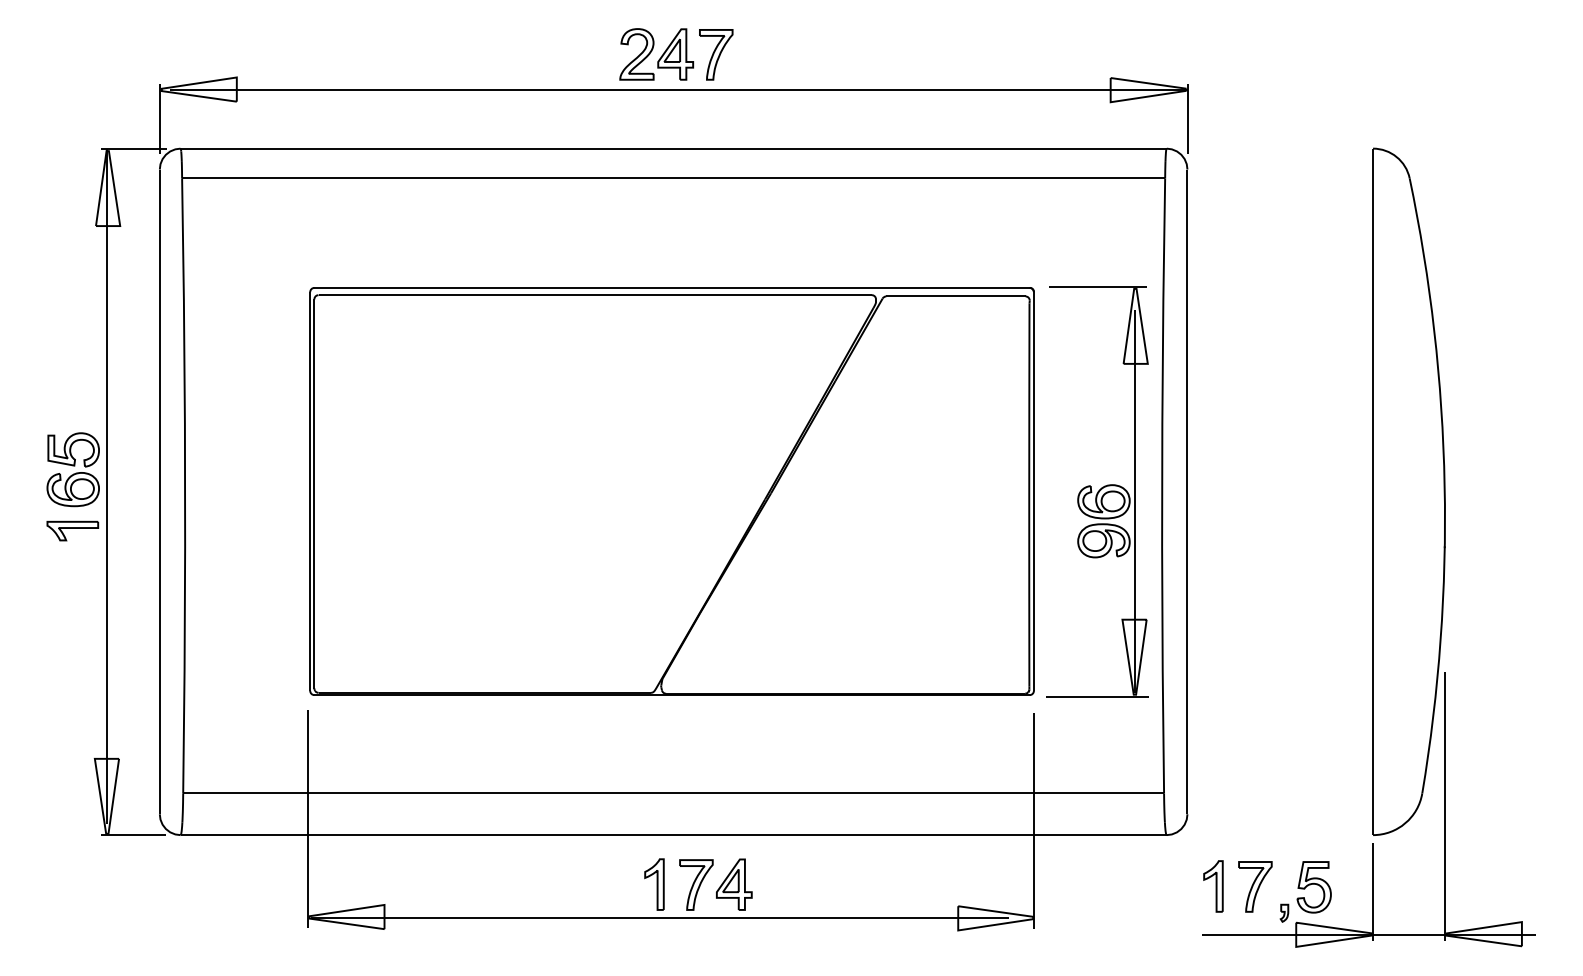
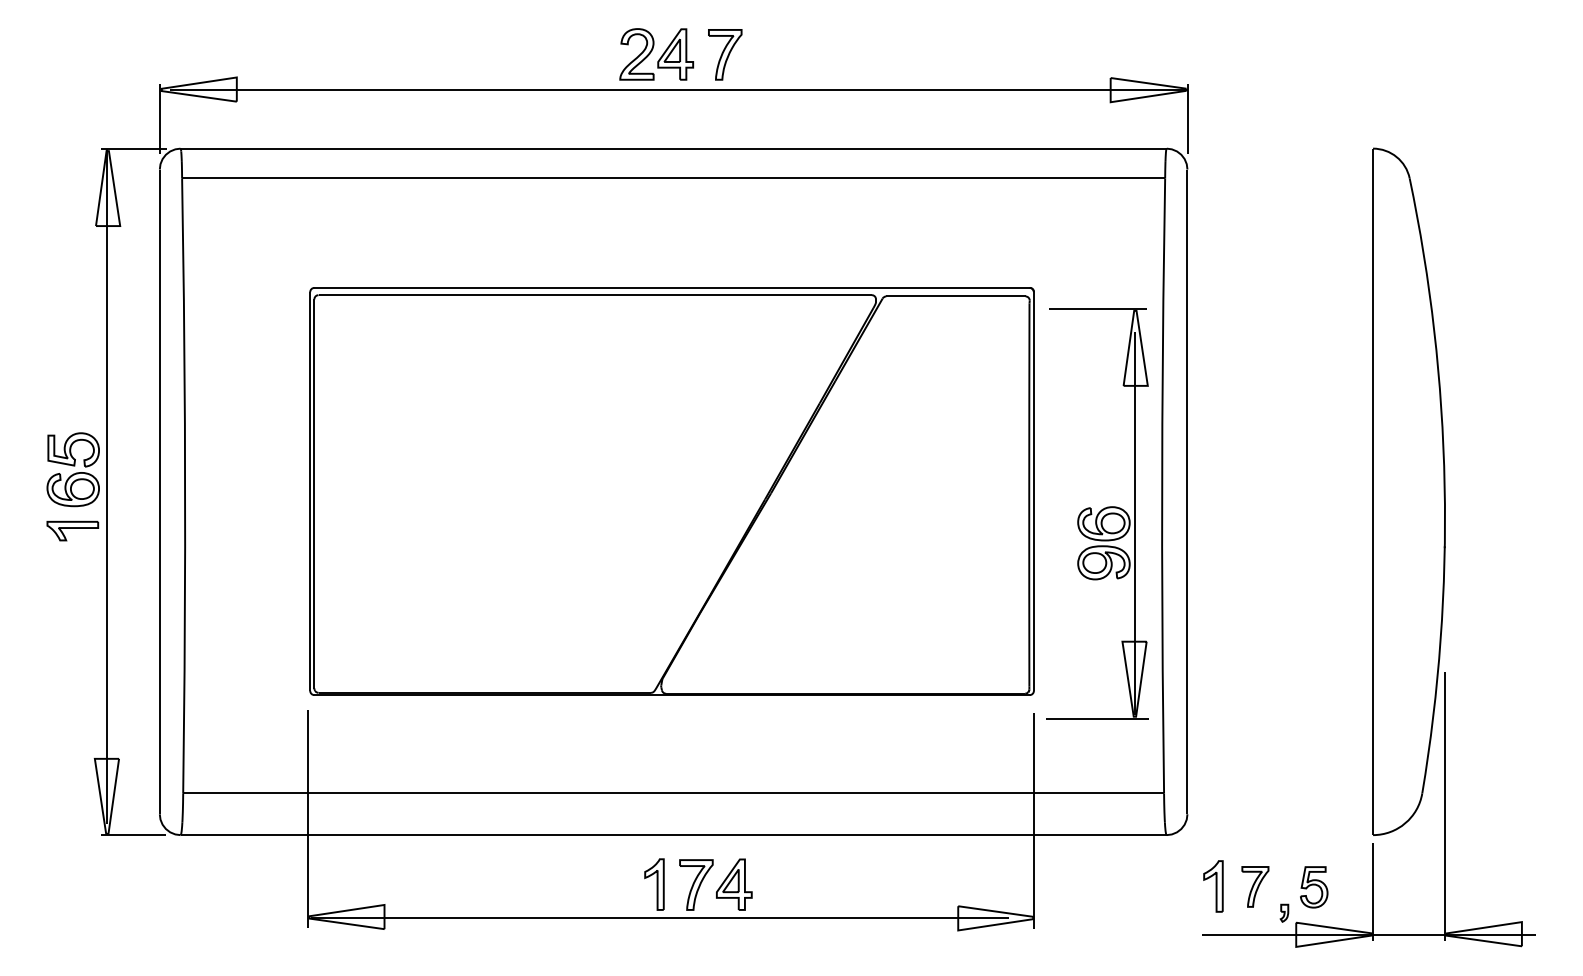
part at (716, 54) position: (716, 54) -> (725, 54)
part at (1097, 491) position: (1097, 491) -> (1097, 513)
part at (1255, 886) size: 35x52 px -> 29x42 px
part at (1313, 887) size: 36x53 px -> 29x43 px
